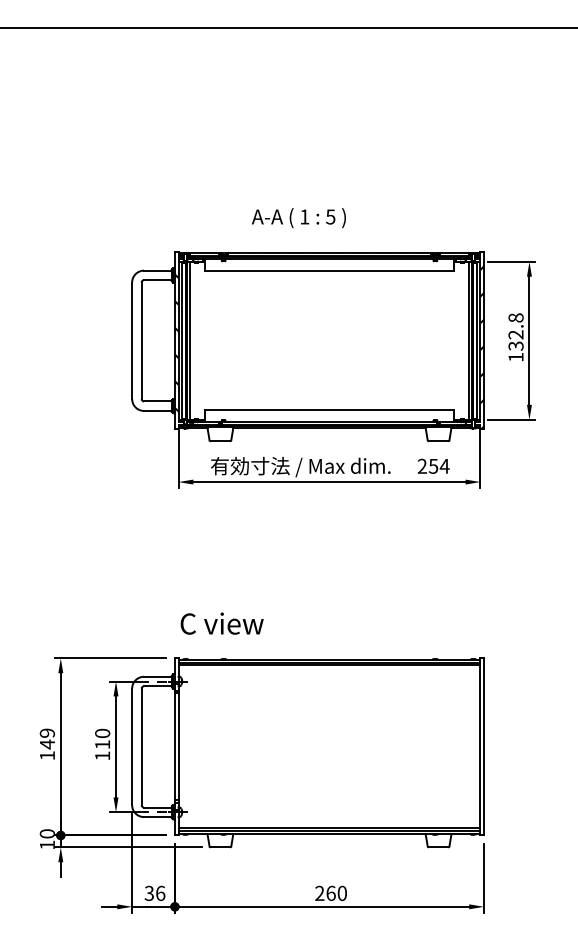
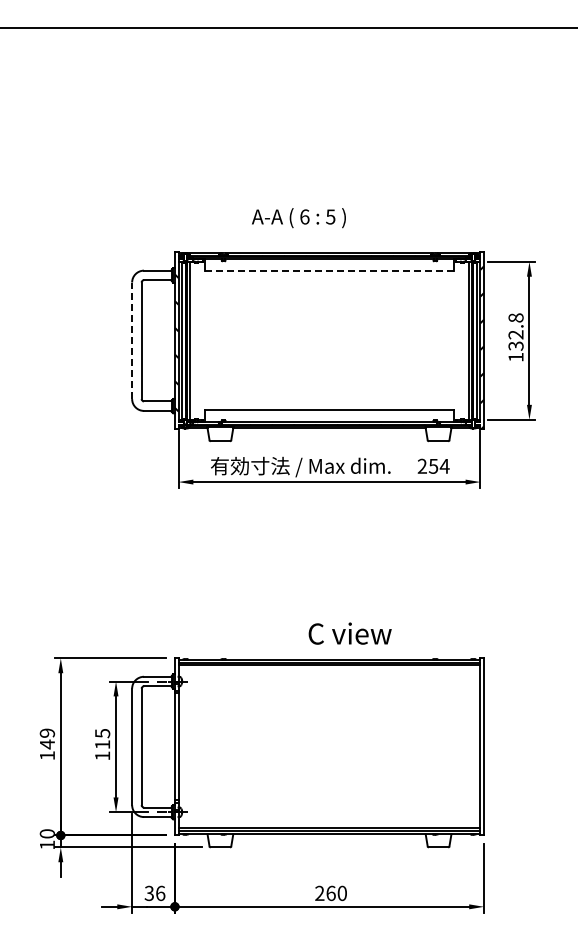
text at (304, 216): 1 -> 6
line at (329, 271): solid -> dashed
line at (132, 340): solid -> dashed
text at (221, 623) position: (221, 623) -> (349, 633)
text at (102, 733): 110 -> 115
